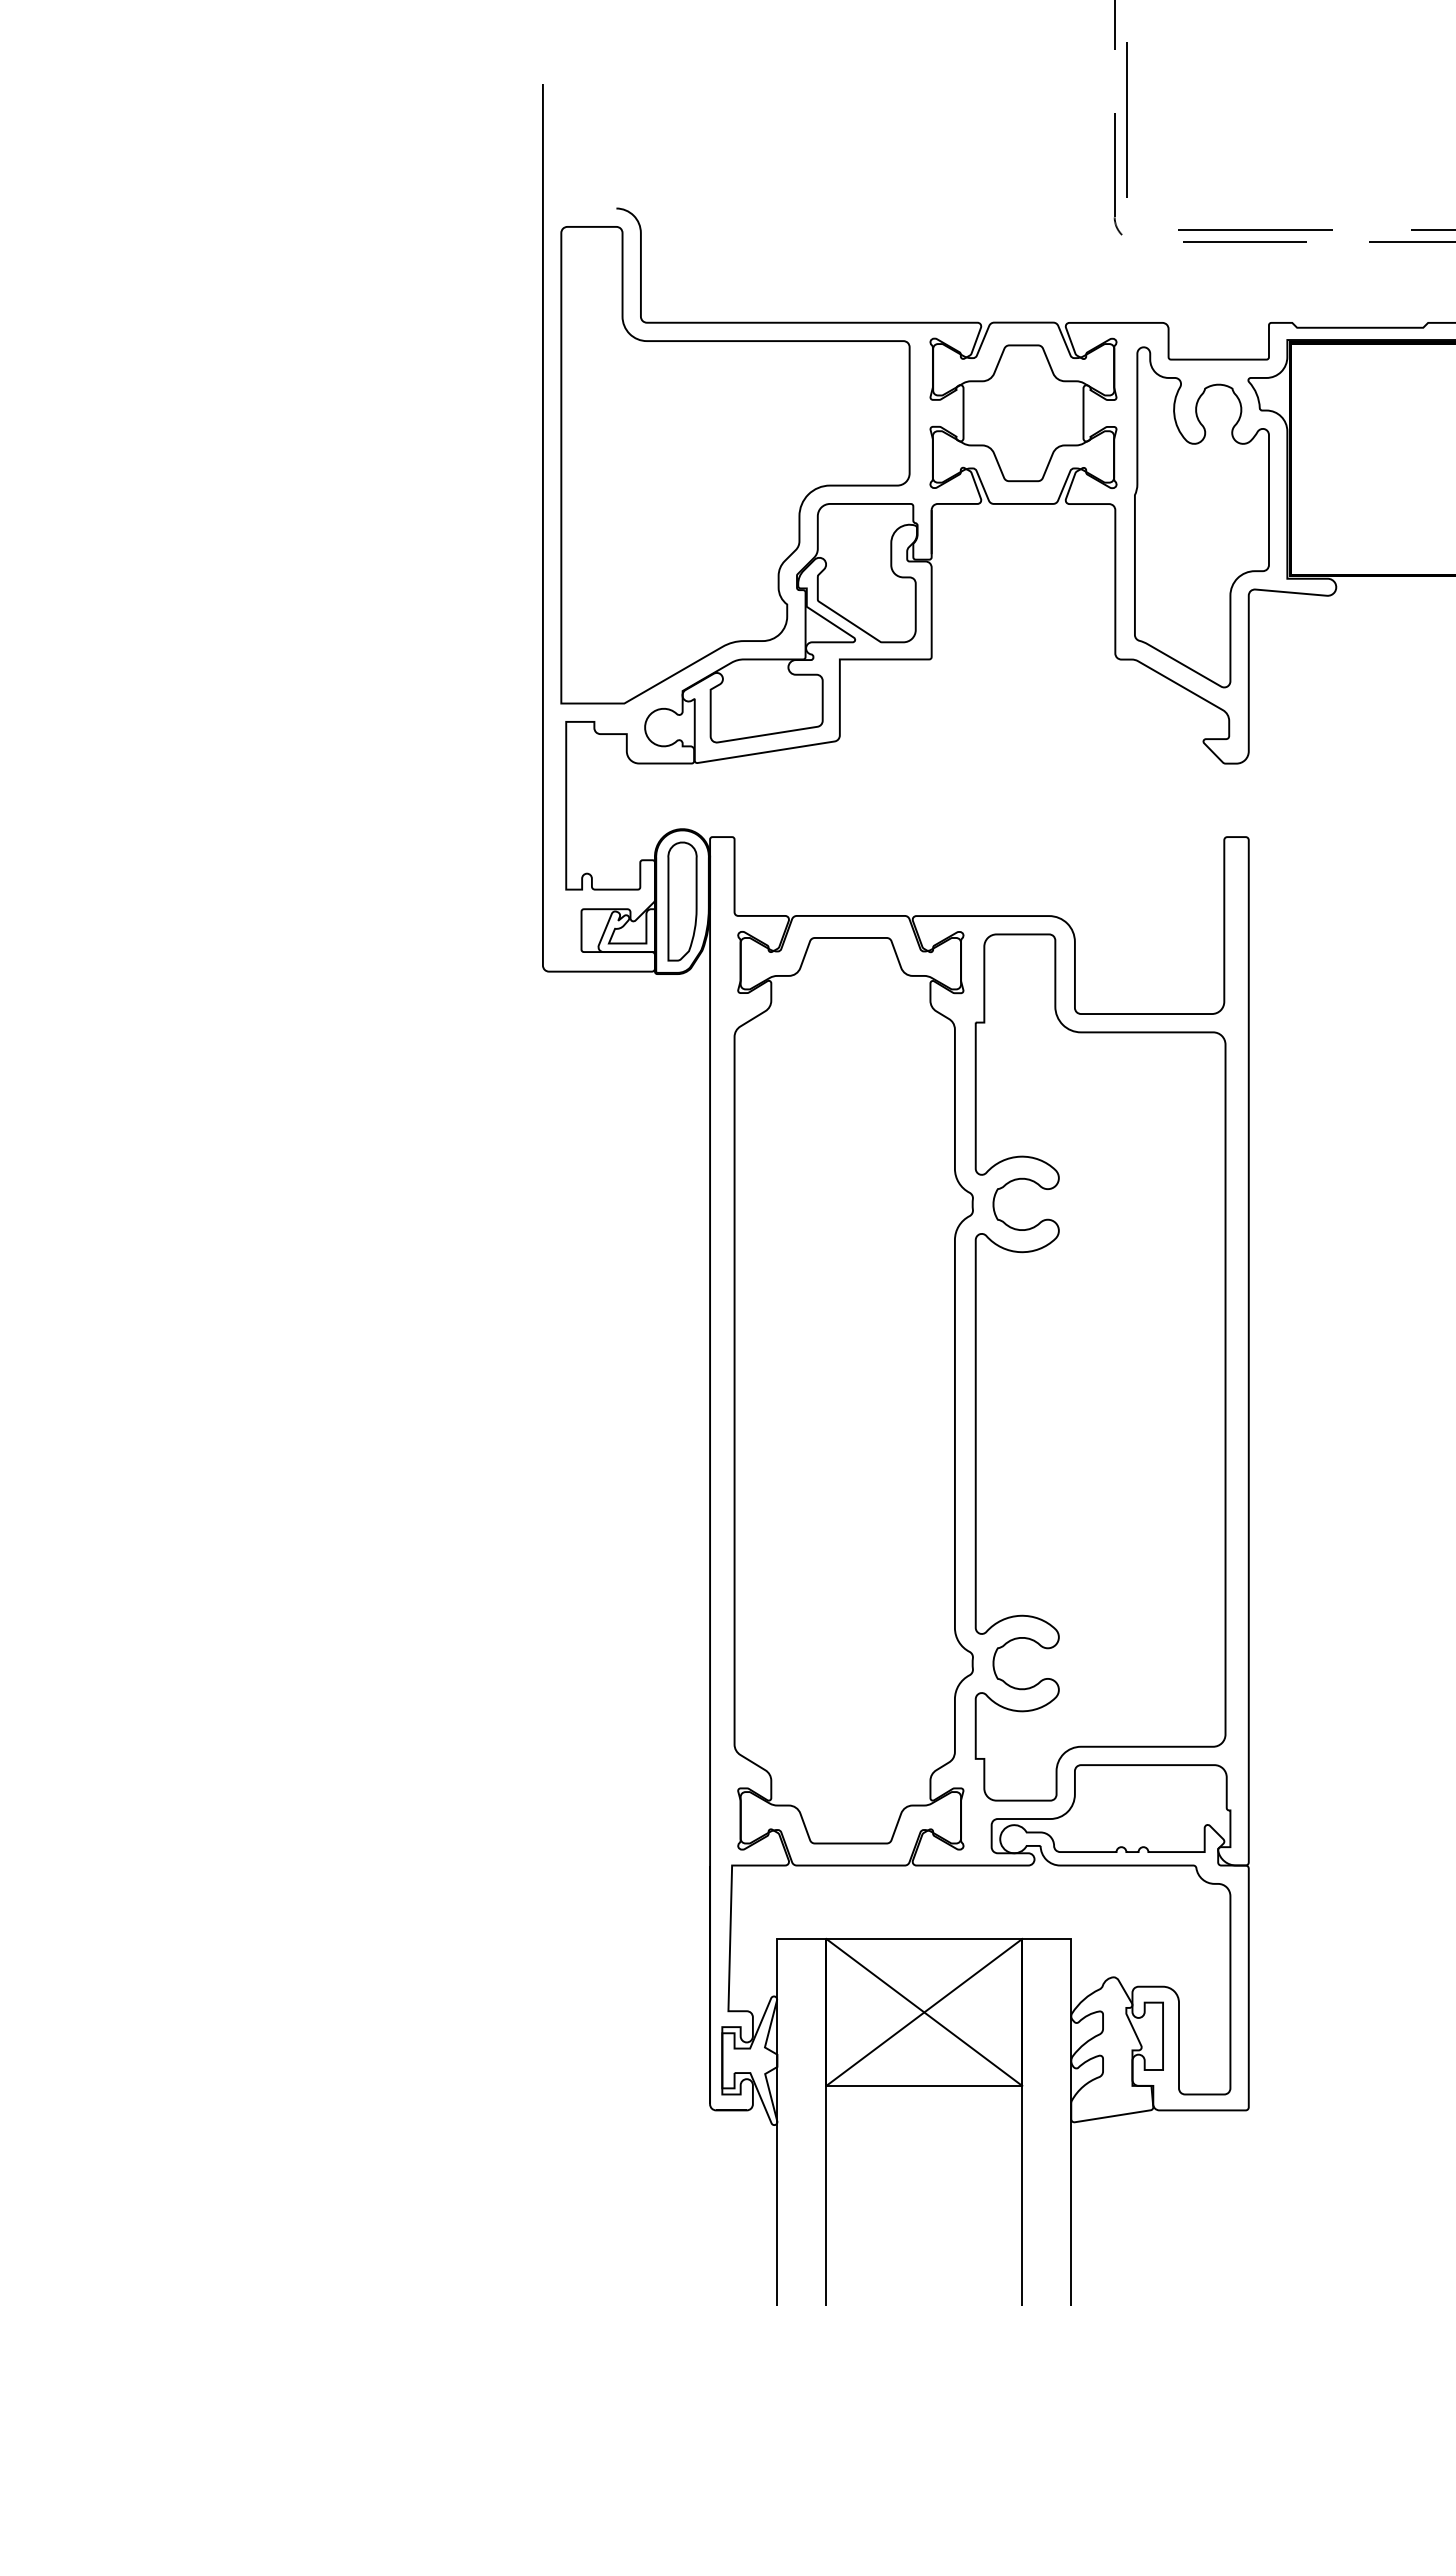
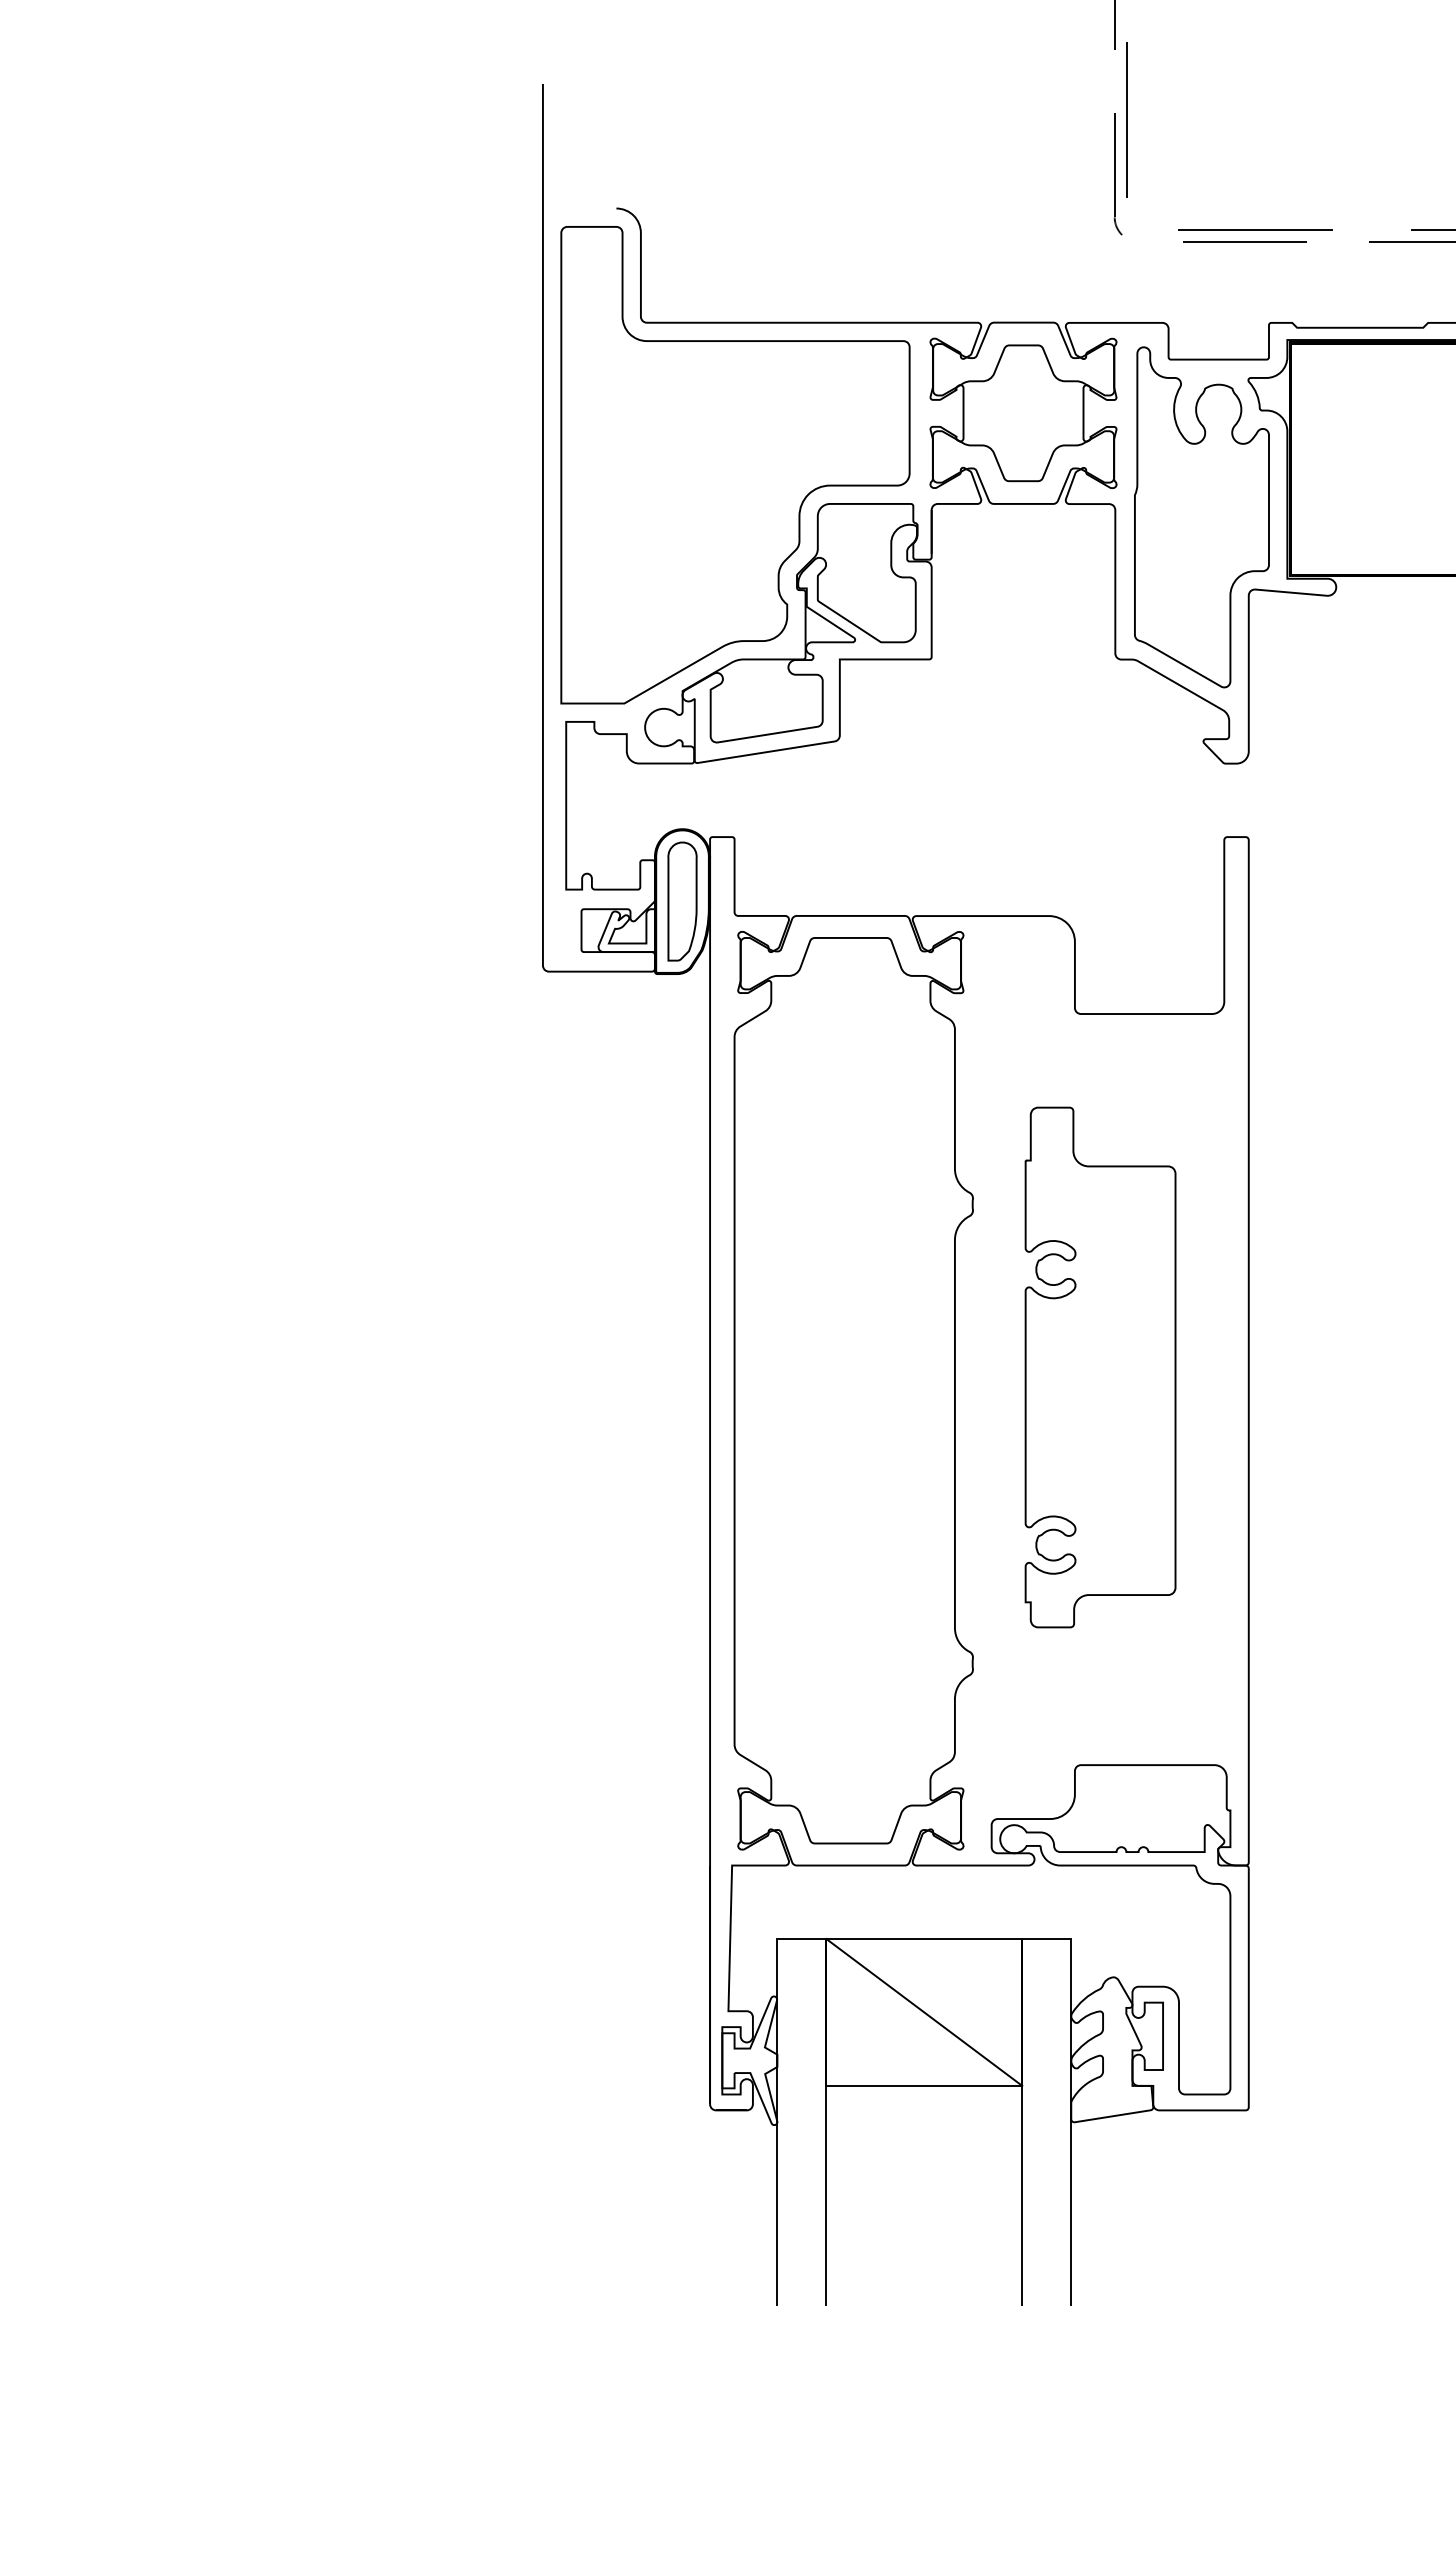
part at (1100, 1367) size: 253x869 px -> 153x523 px
line at (924, 2011): present -> none
